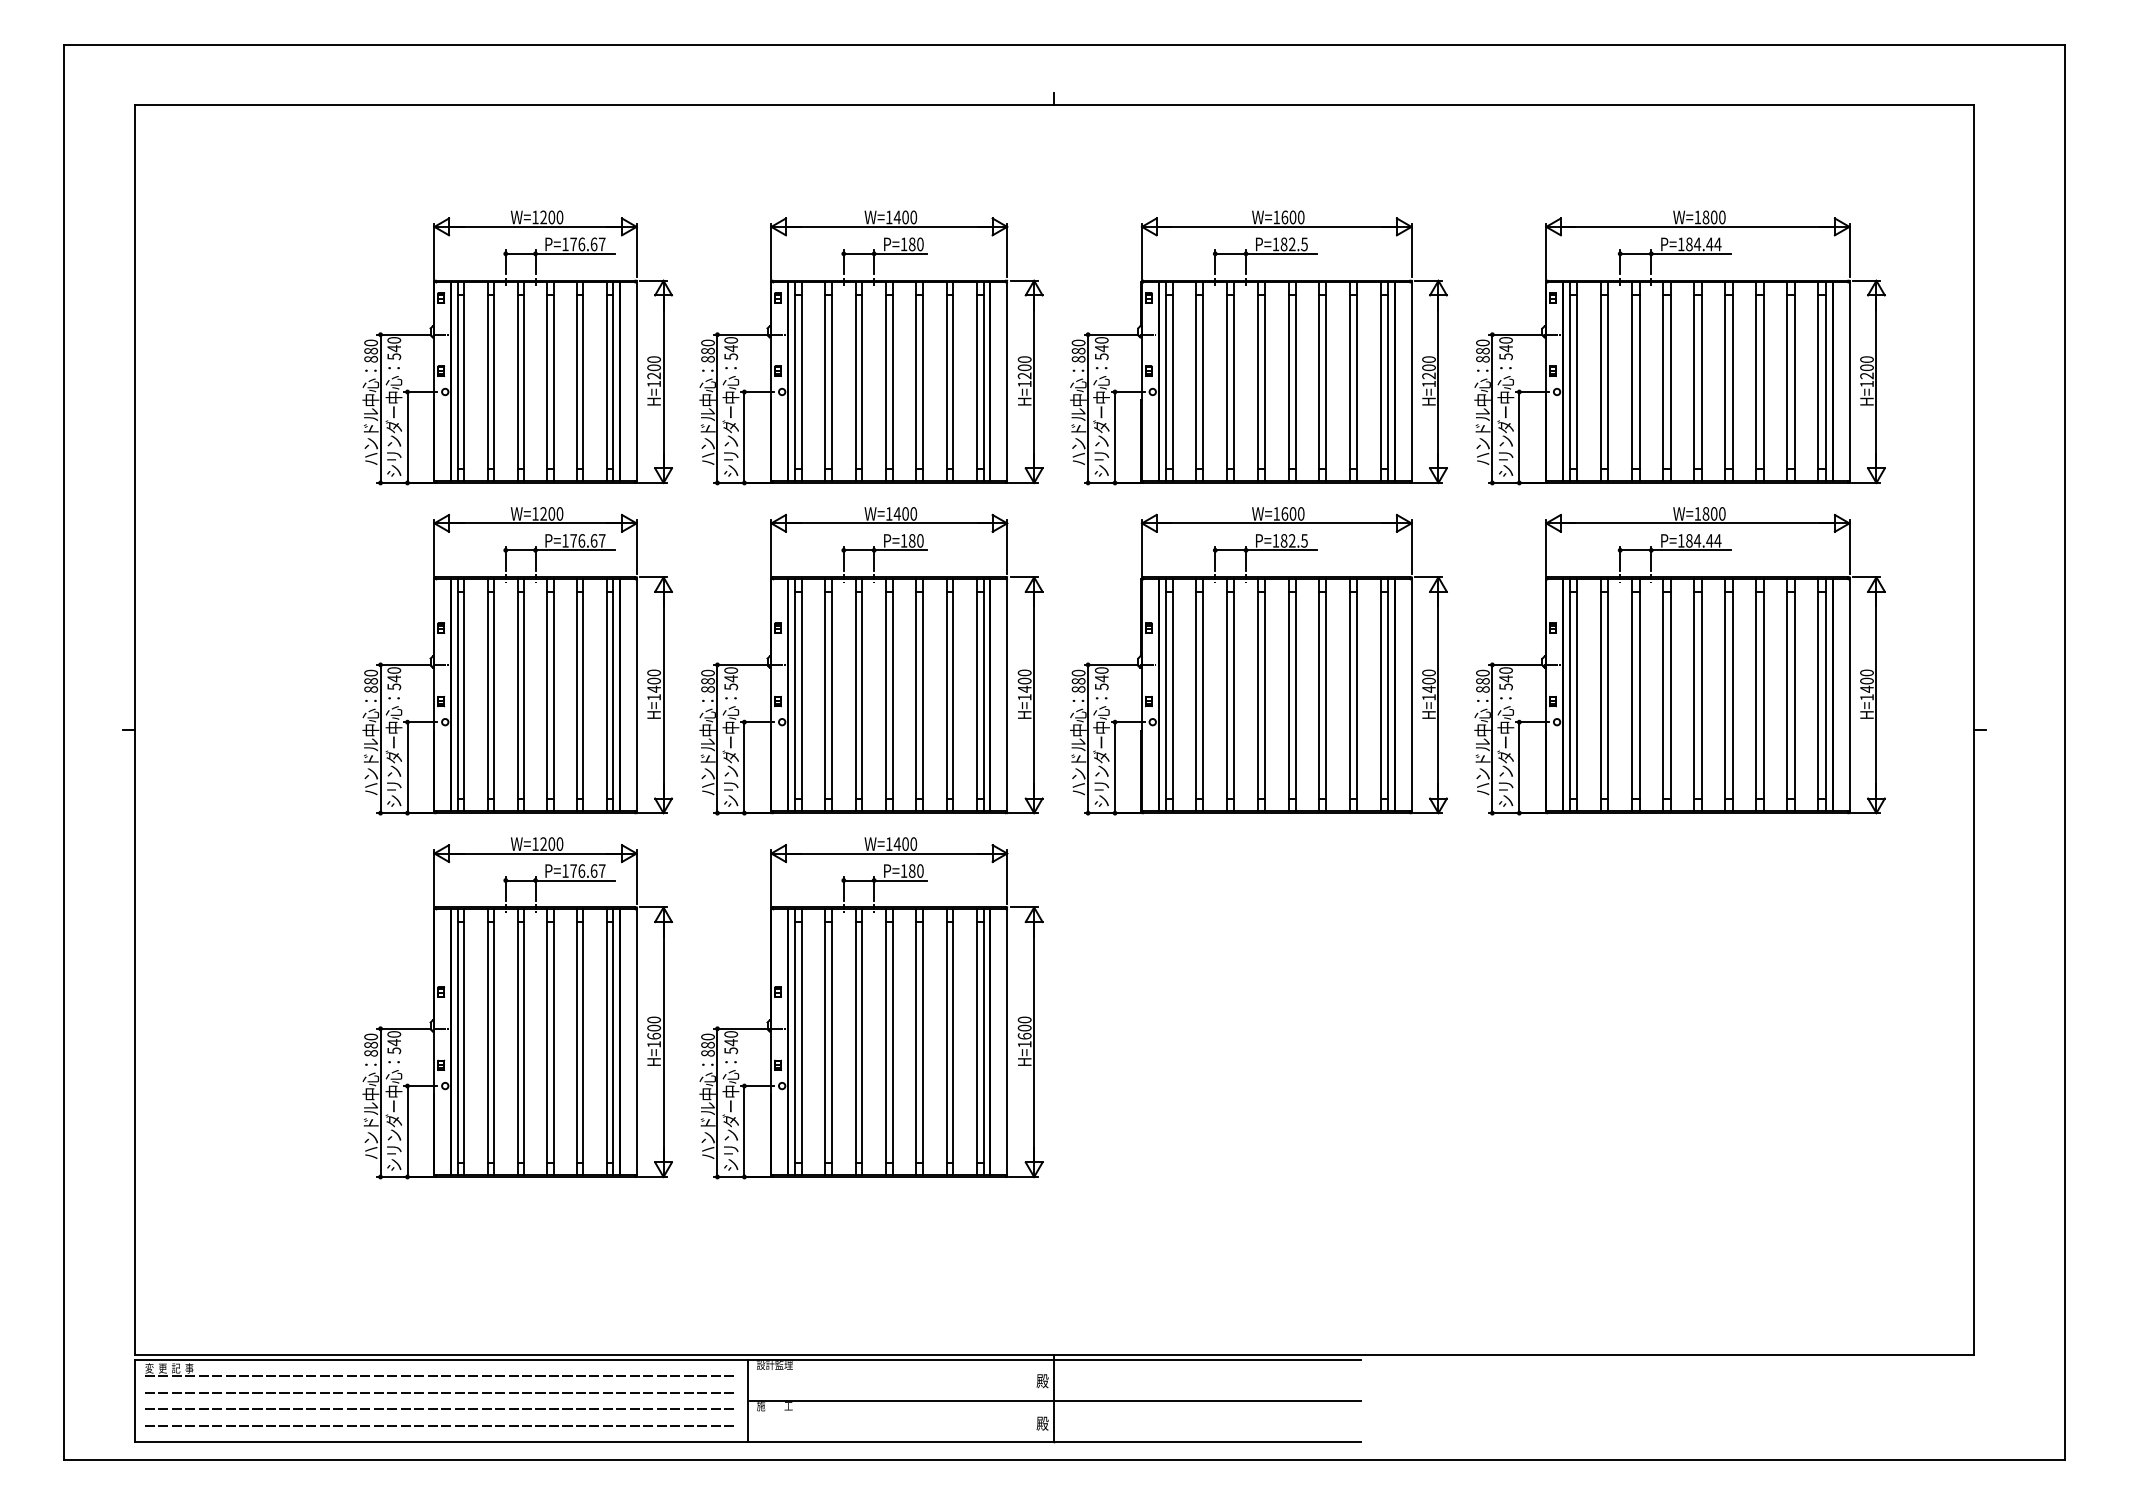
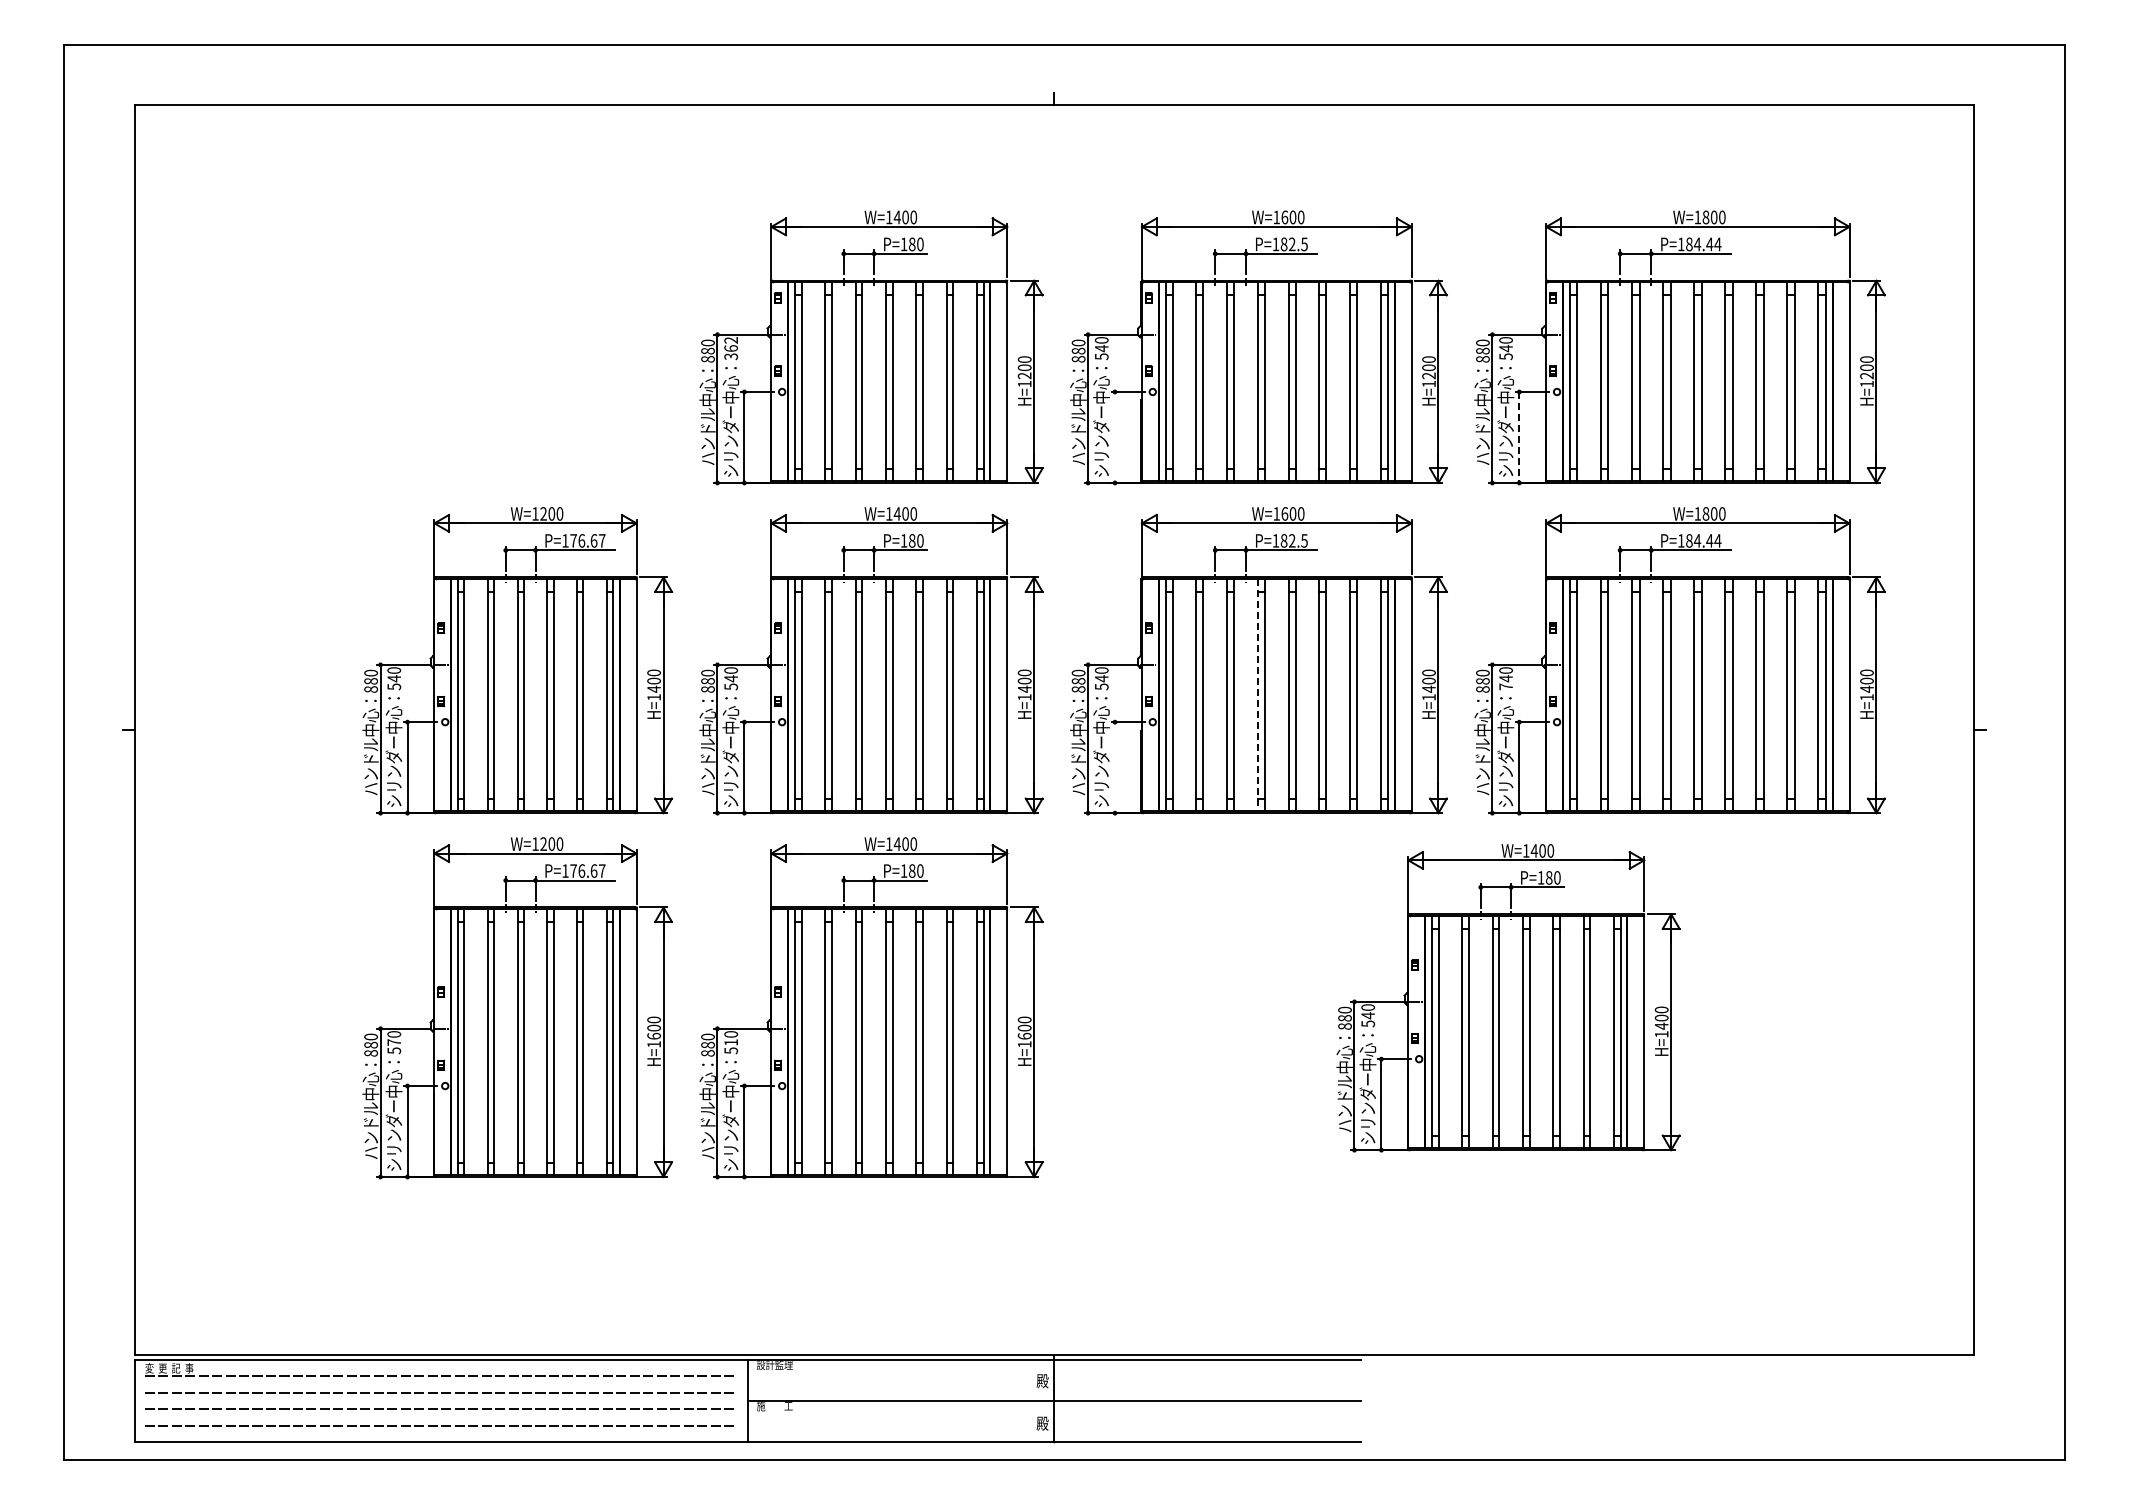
part at (517, 347): present -> none
text at (731, 348): 540 -> 362
line at (1115, 437): present -> none
line at (1519, 437): solid -> dashed
text at (1505, 686): 540 -> 740
line at (1257, 695): solid -> dashed
line at (1115, 767): present -> none
part at (1508, 998): none -> present
text at (393, 1042): 540 -> 570
text at (730, 1042): 540 -> 510
